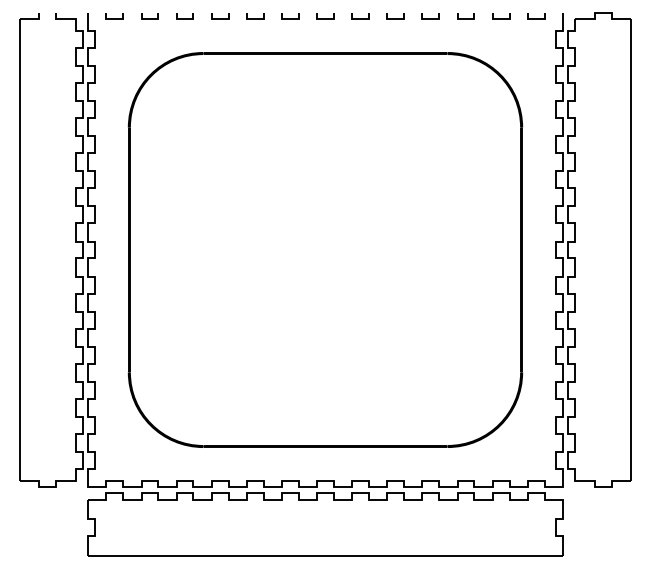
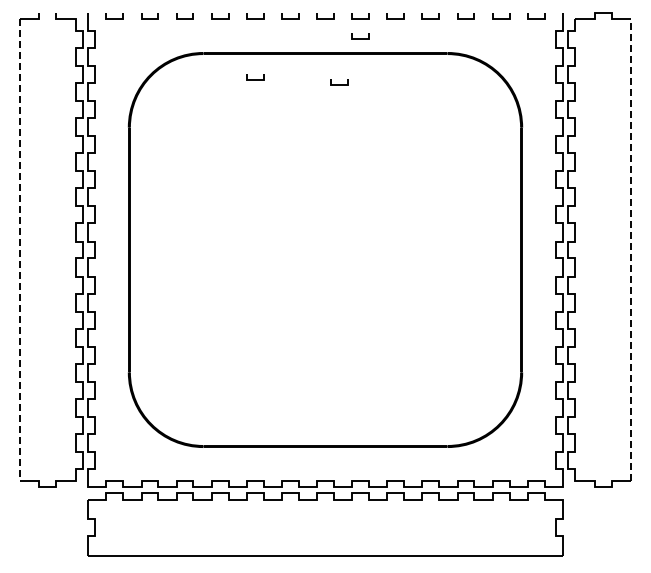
line at (360, 38): none -> present
line at (255, 79): none -> present
line at (339, 84): none -> present
line at (19, 250): solid -> dashed
line at (631, 250): solid -> dashed
